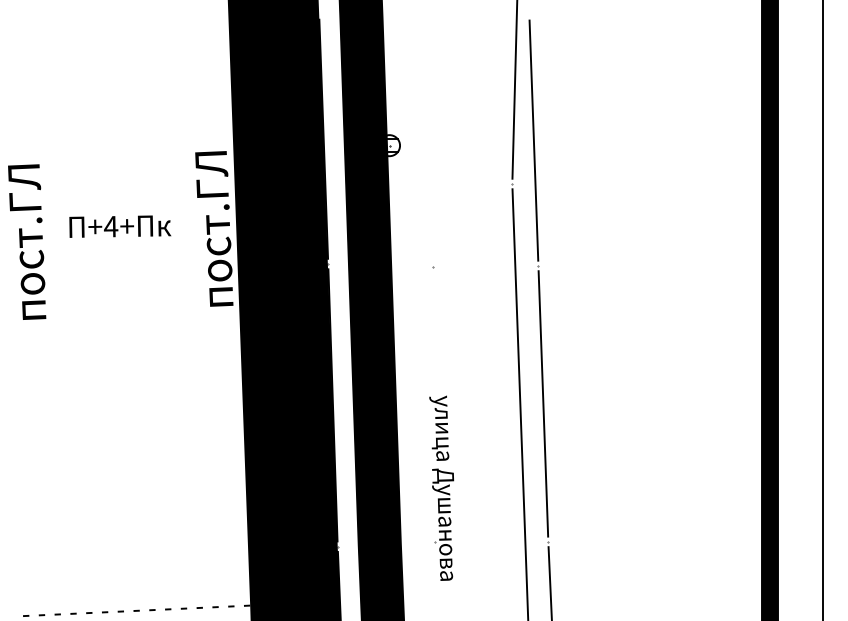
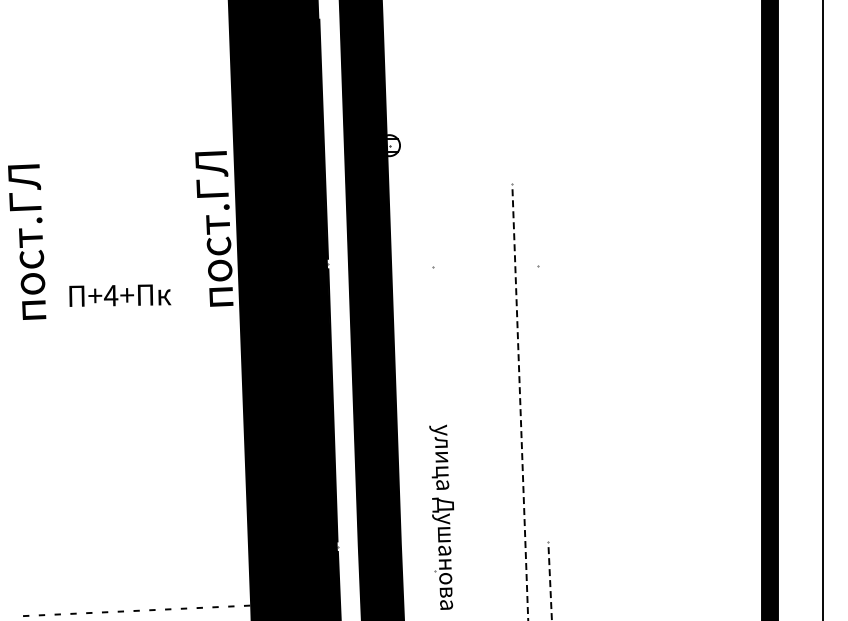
line at (514, 90): present -> none
line at (533, 140): present -> none
text at (120, 226) position: (120, 226) -> (120, 295)
line at (543, 403): present -> none
line at (520, 405): solid -> dashed
part at (441, 487) position: (441, 487) -> (441, 516)
line at (550, 584): solid -> dashed
